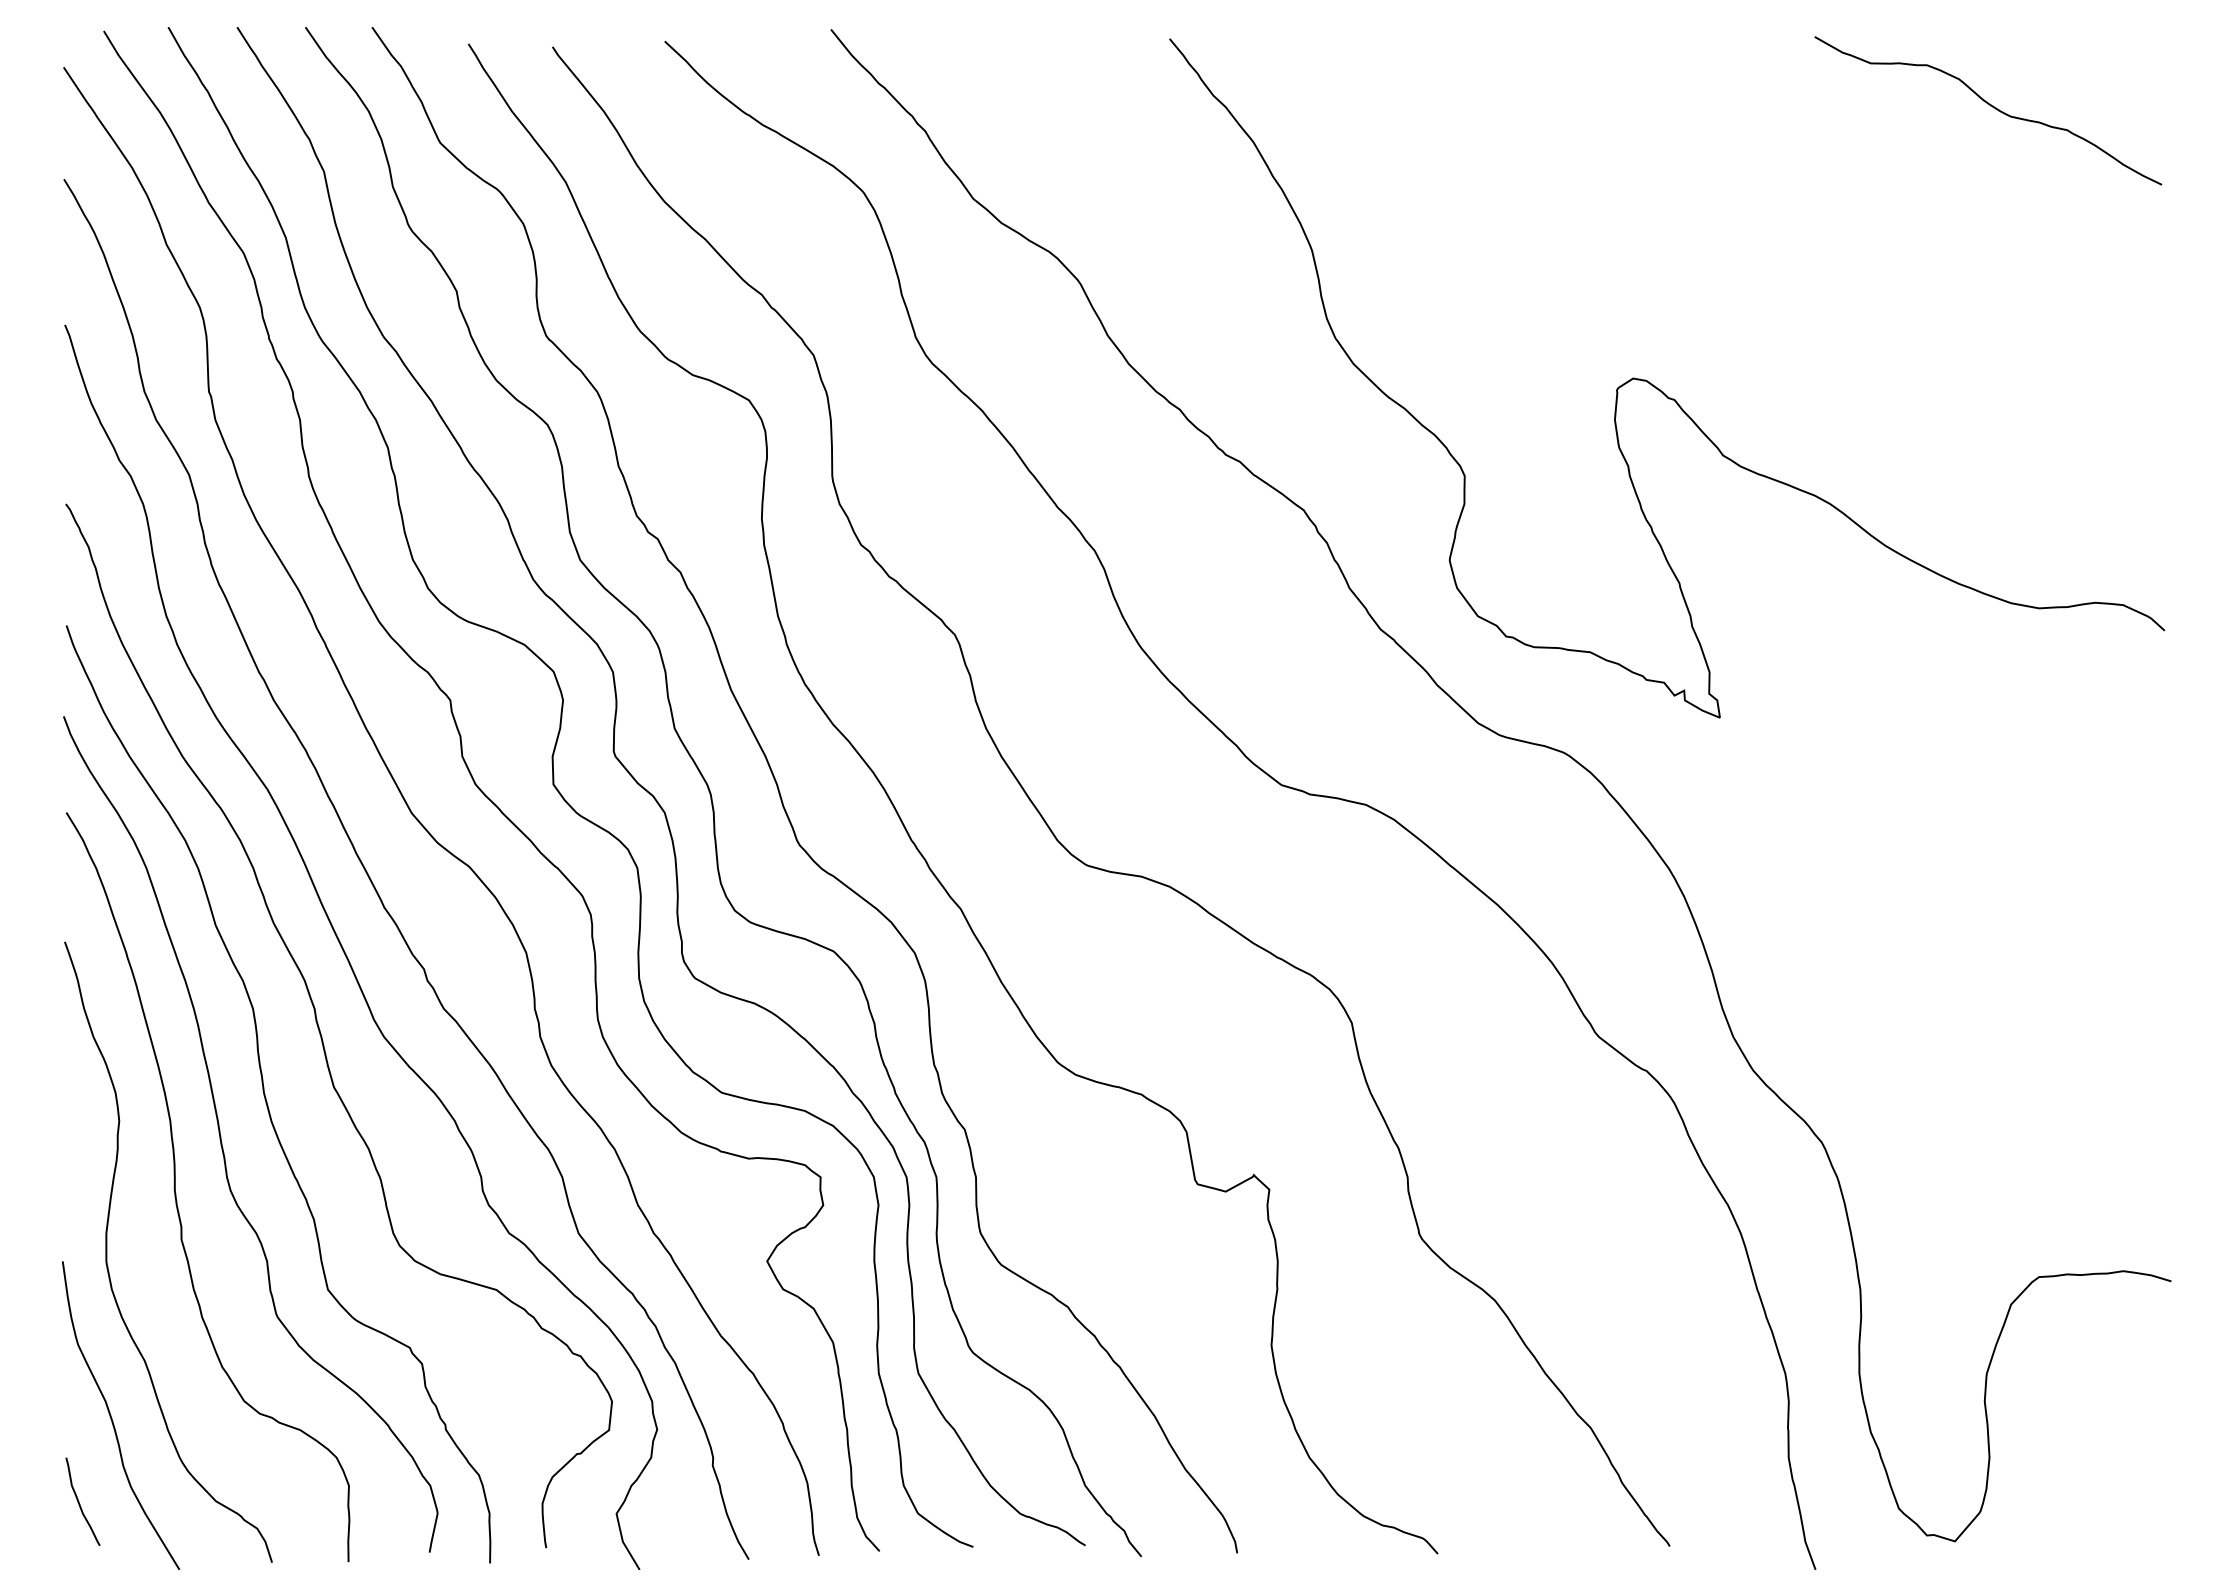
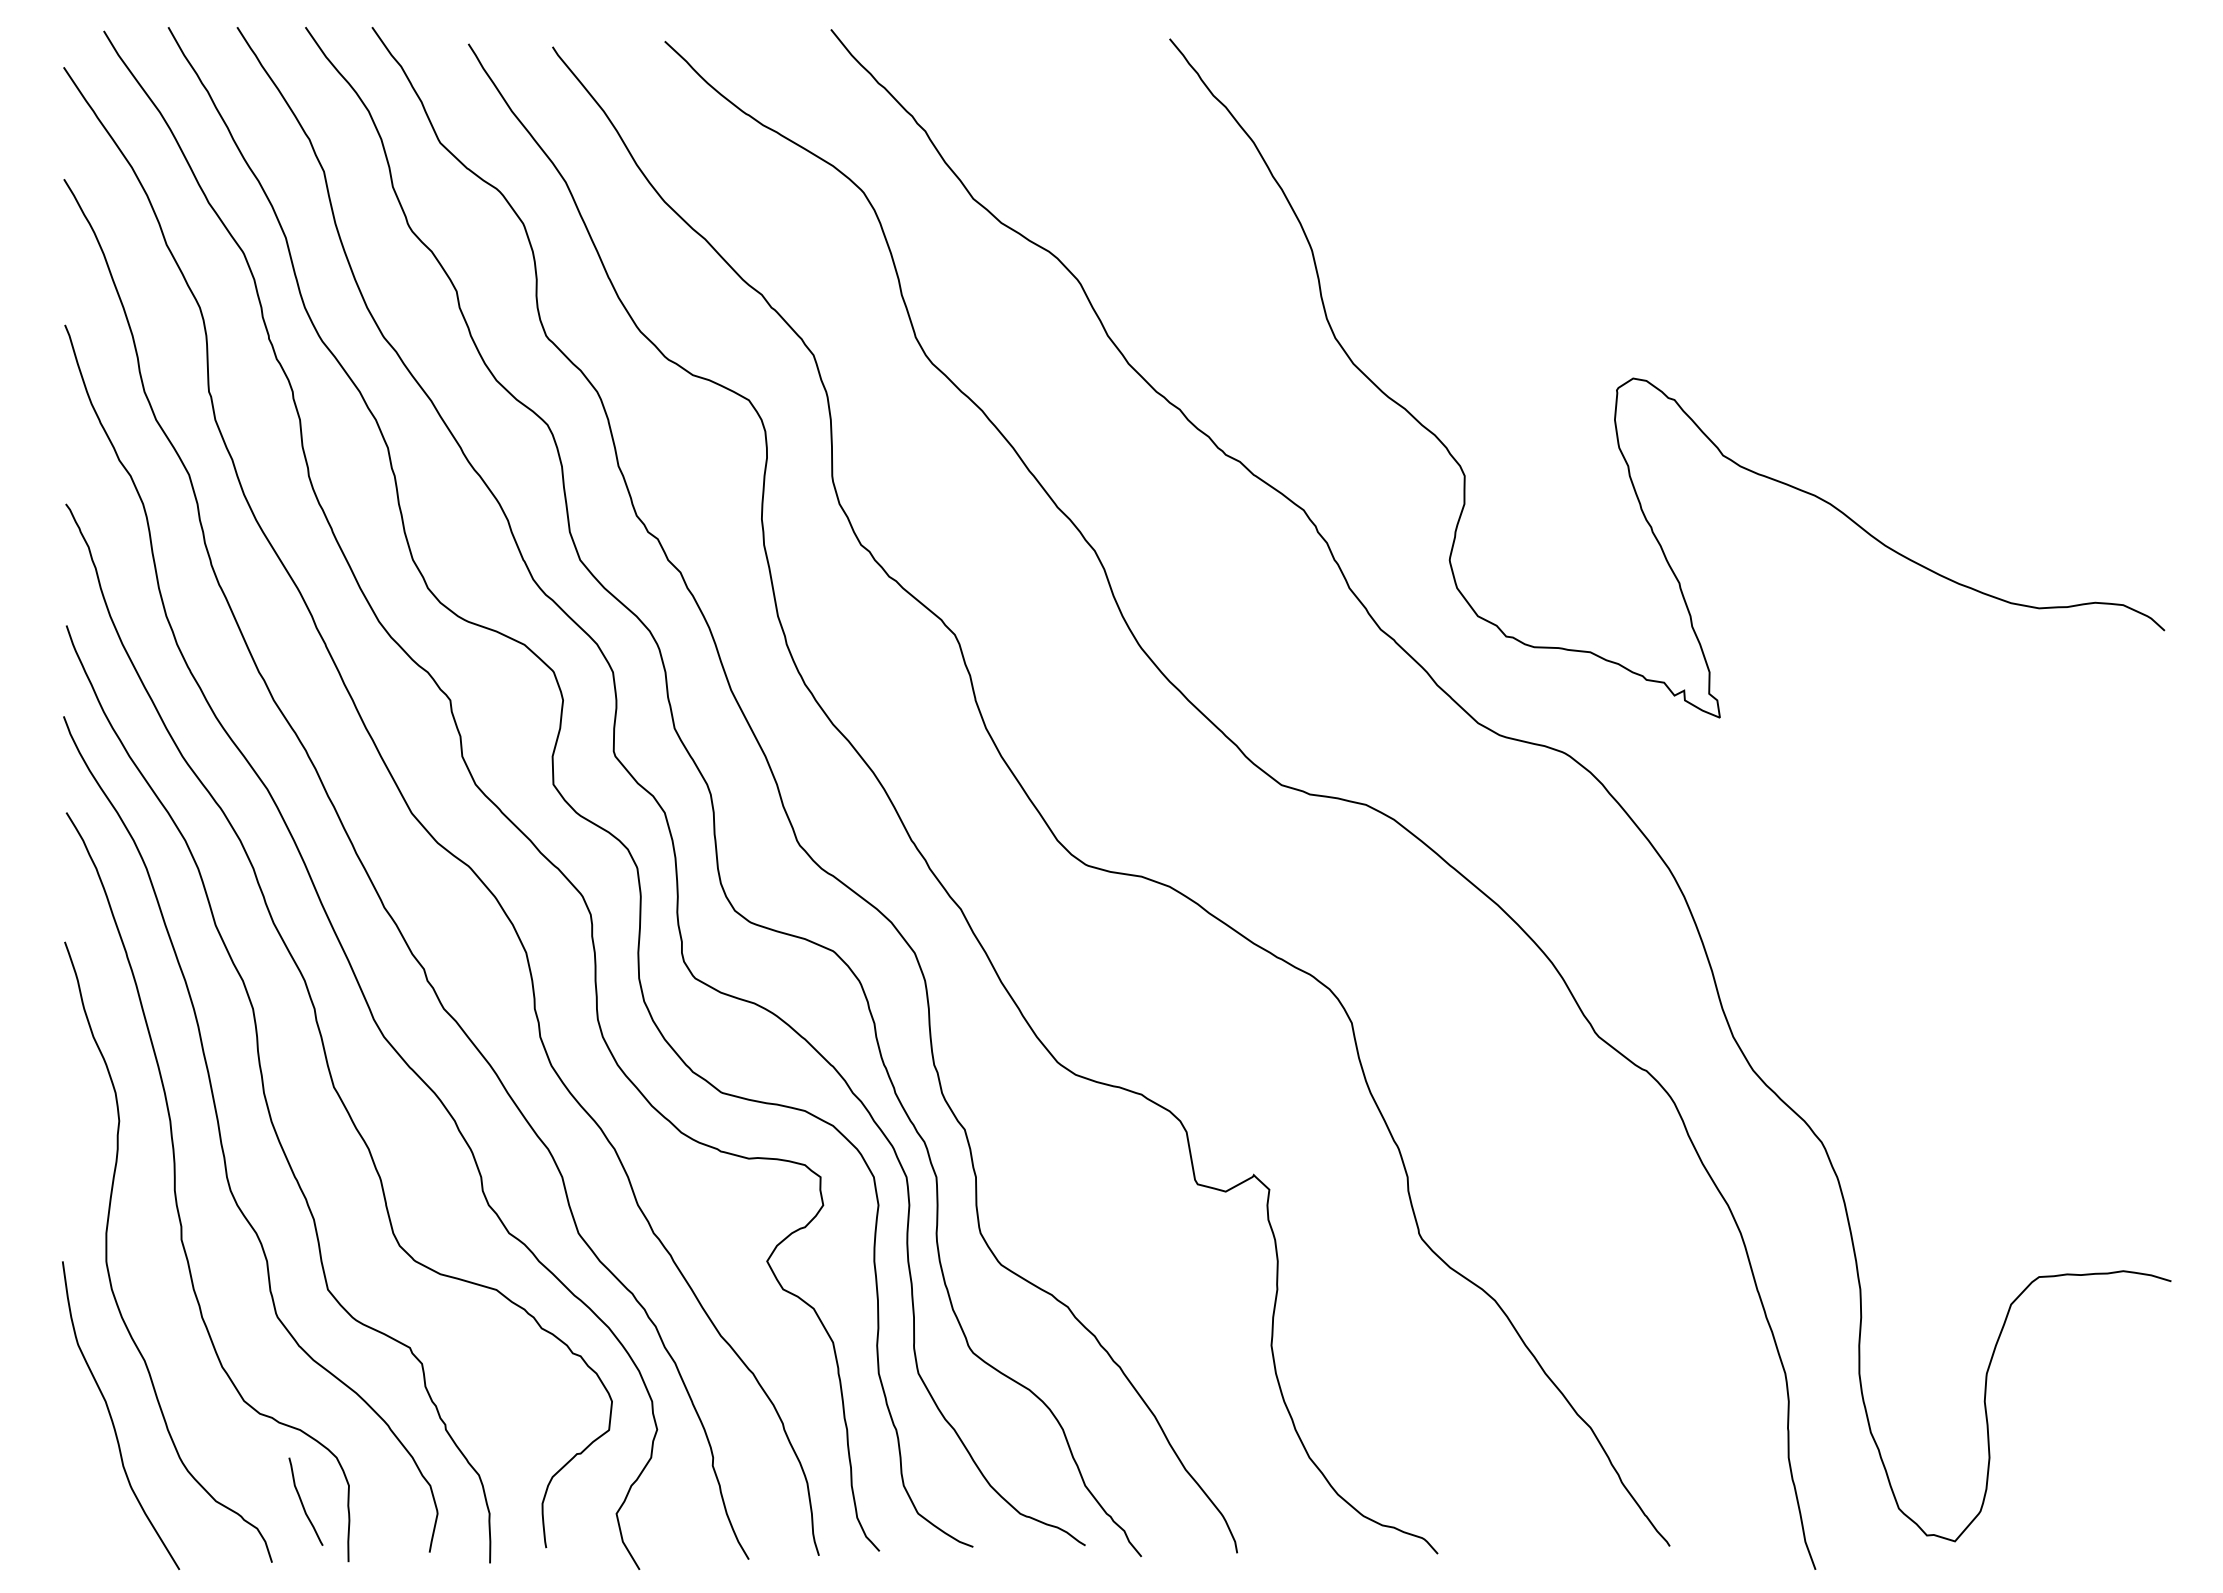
curve at (1990, 106): present -> none
curve at (79, 1501) position: (79, 1501) -> (302, 1501)
